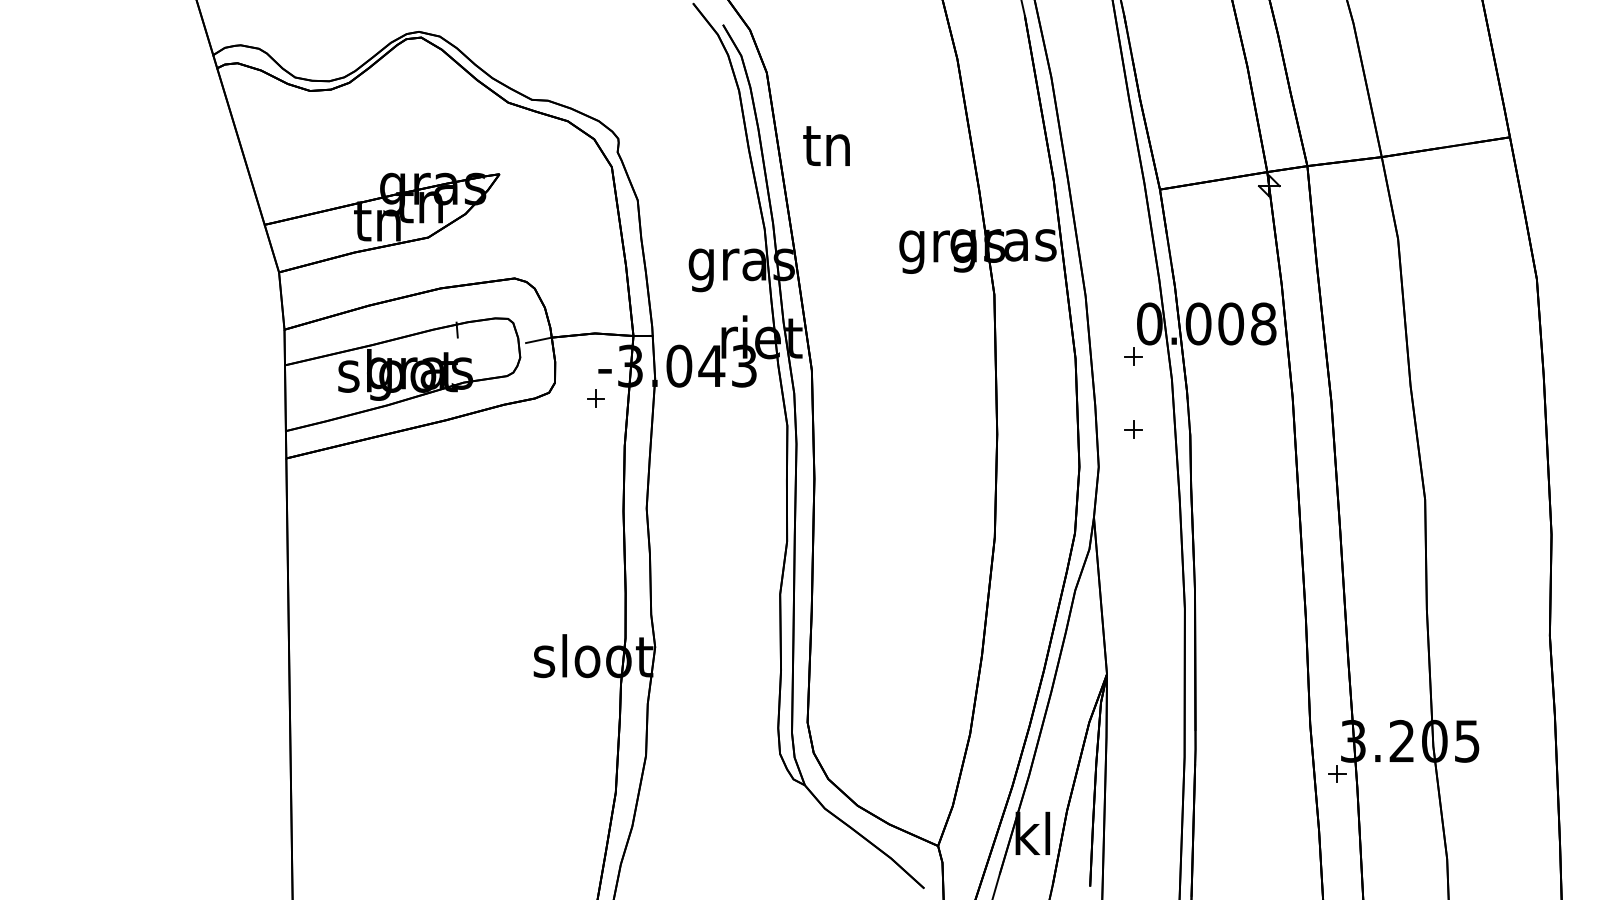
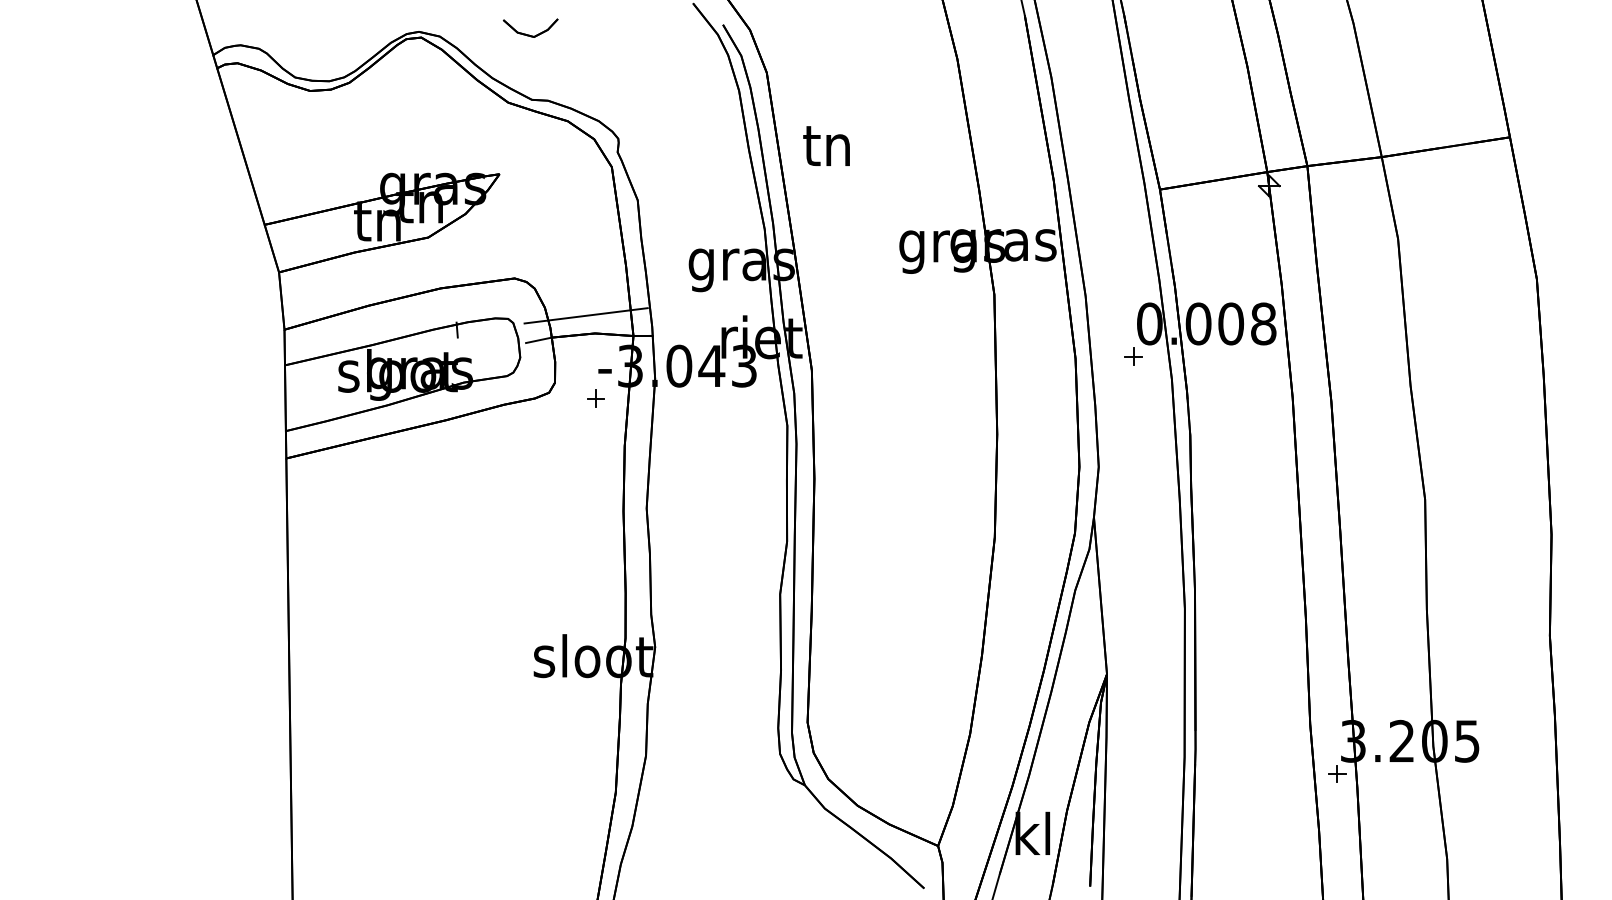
part at (529, 34): none -> present
line at (585, 315): none -> present
part at (1133, 429): present -> none
